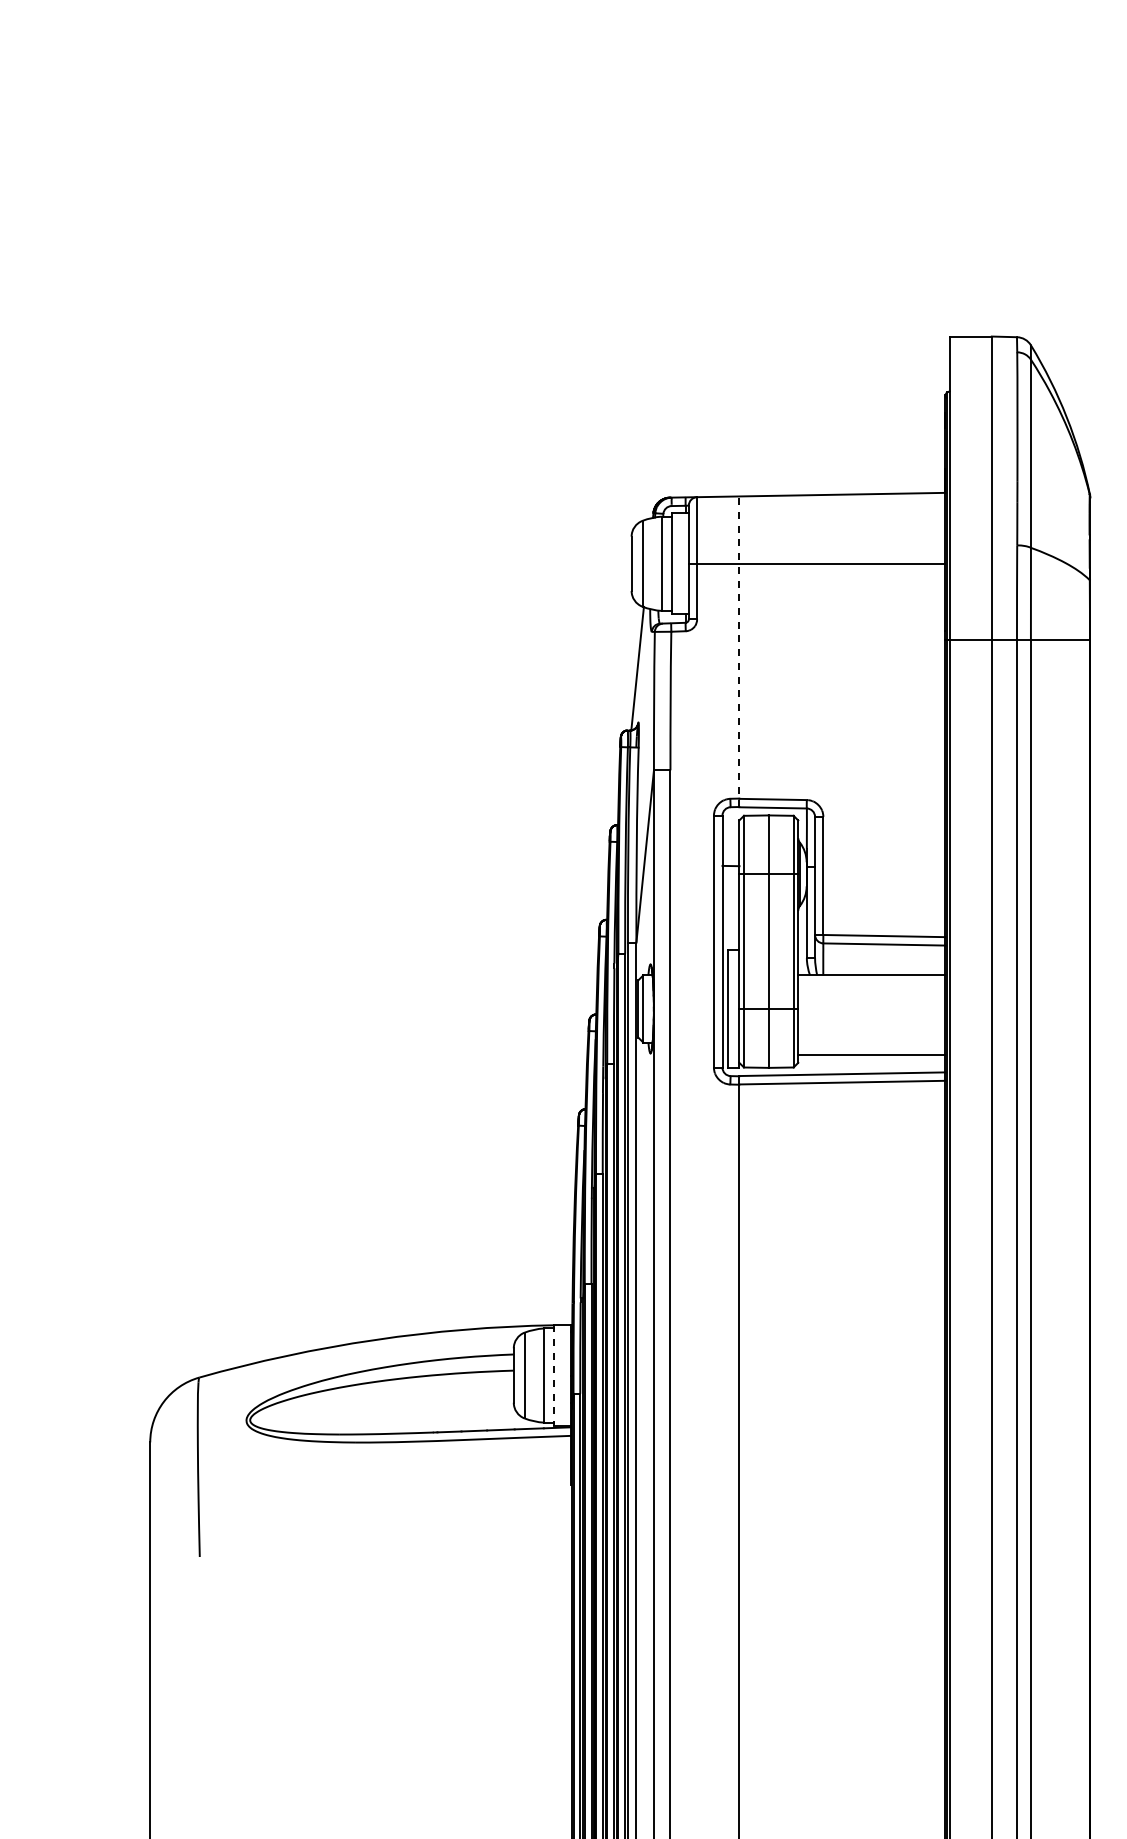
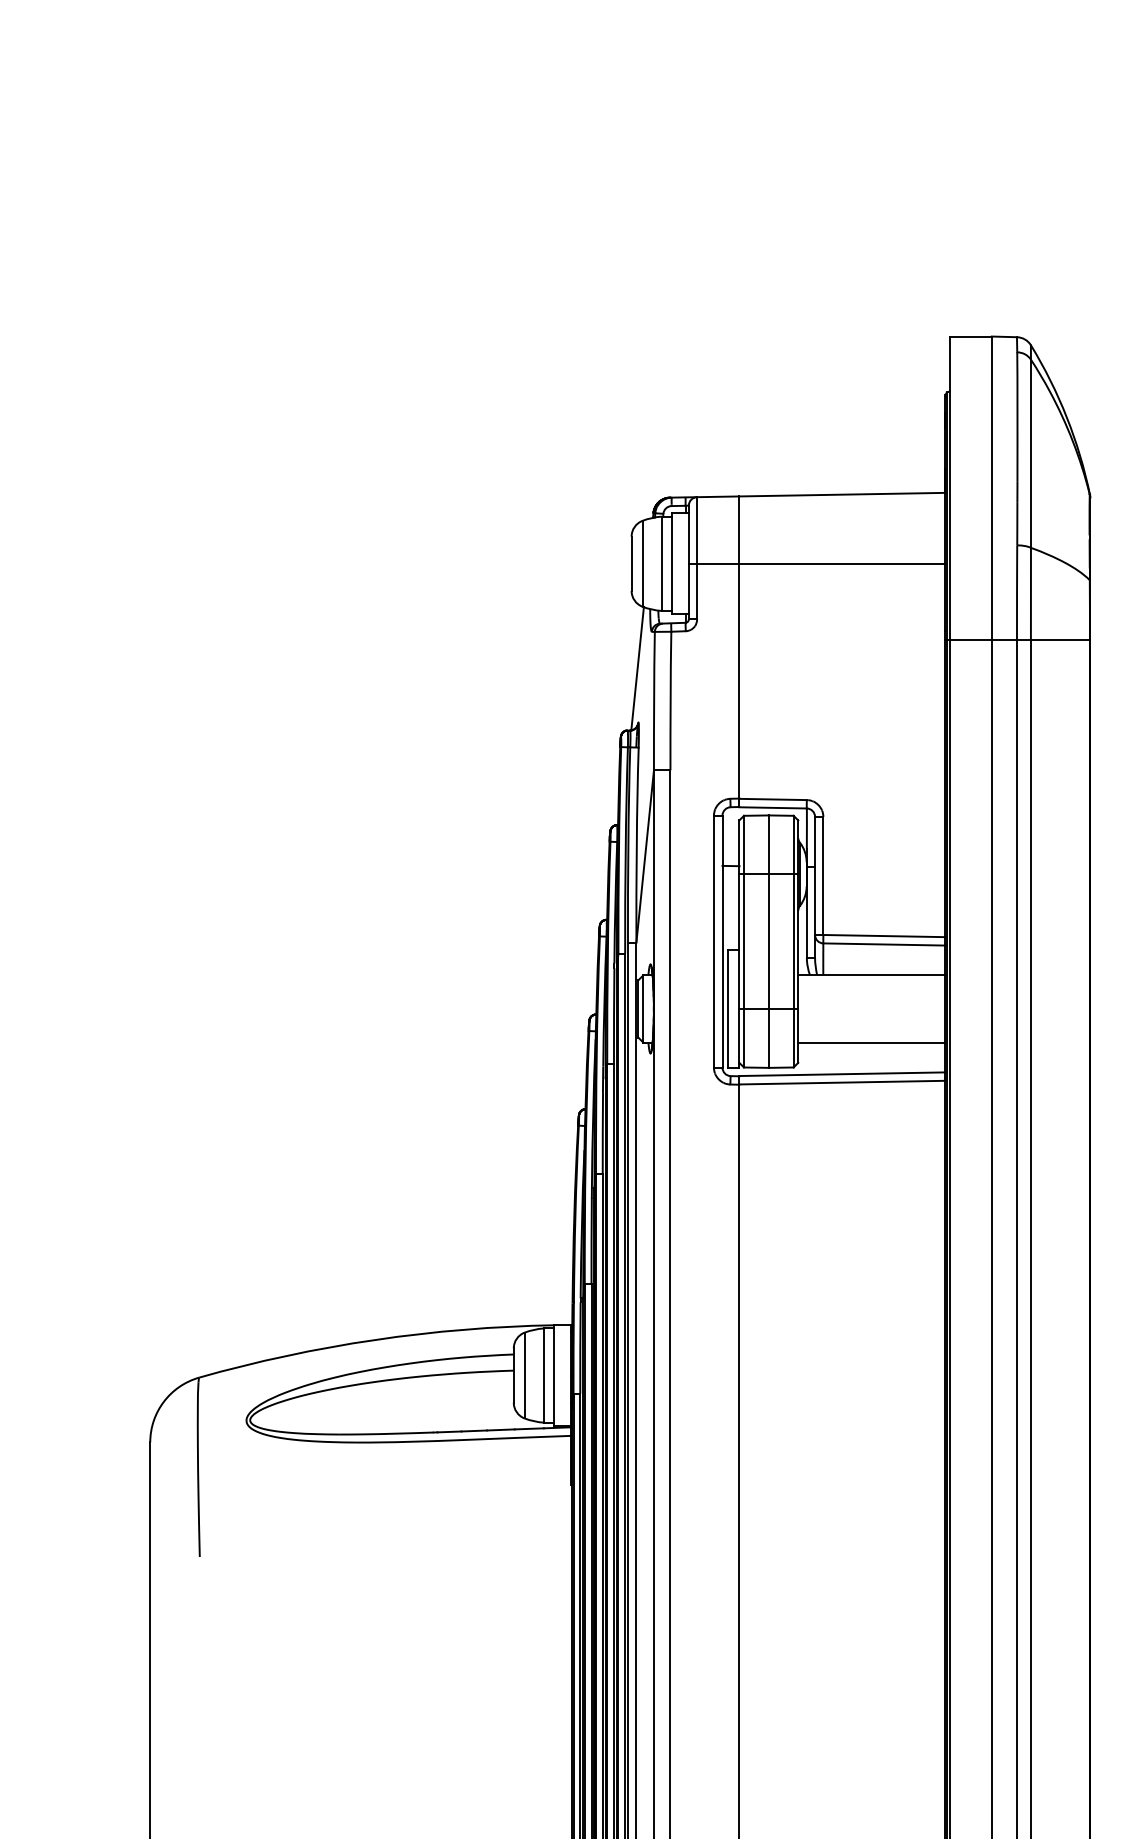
line at (739, 651): dashed -> solid
line at (871, 1054) position: (871, 1054) -> (871, 1042)
line at (554, 1376): dashed -> solid
